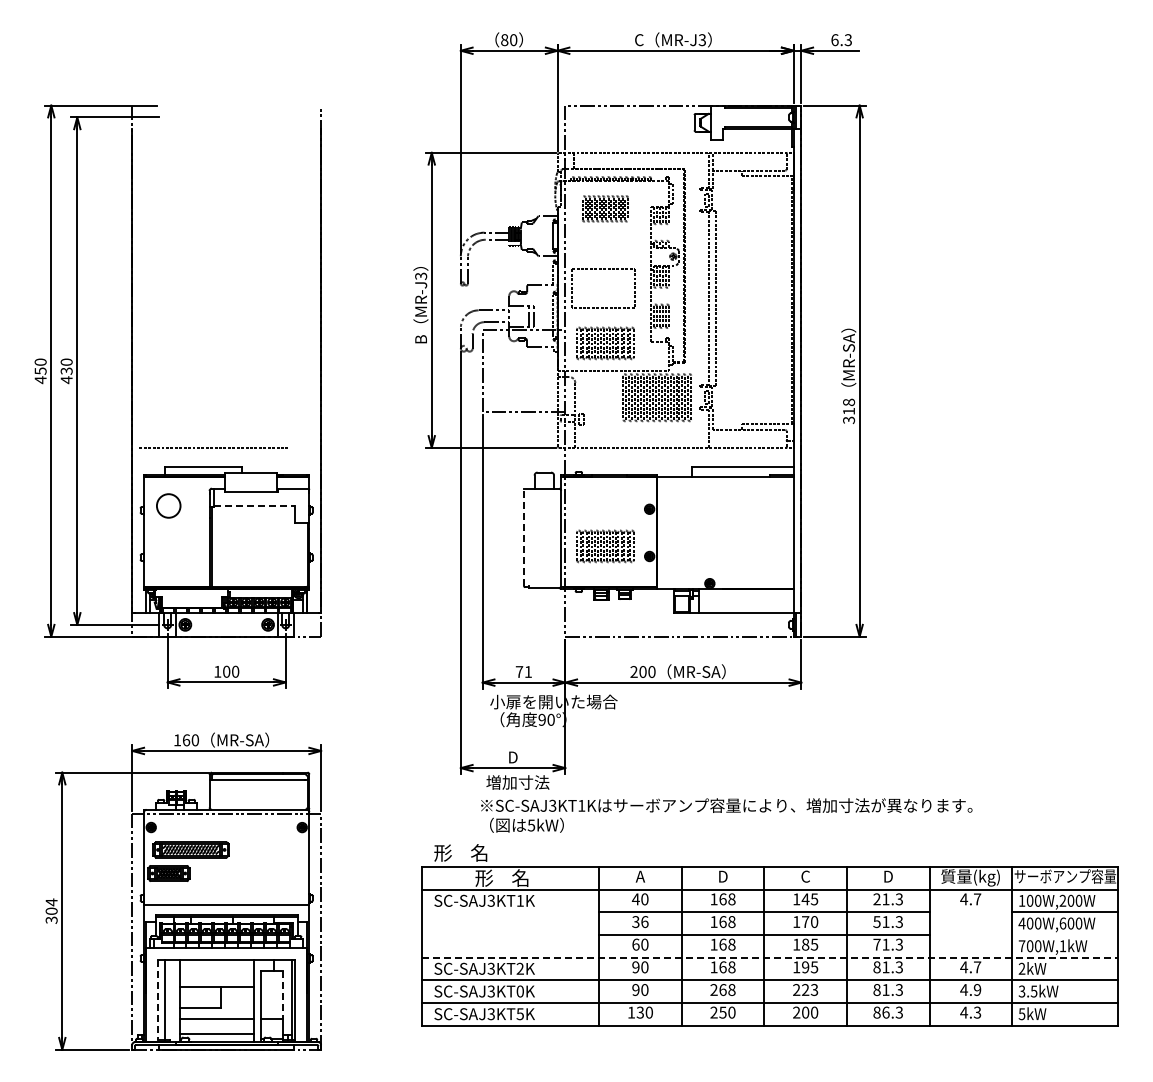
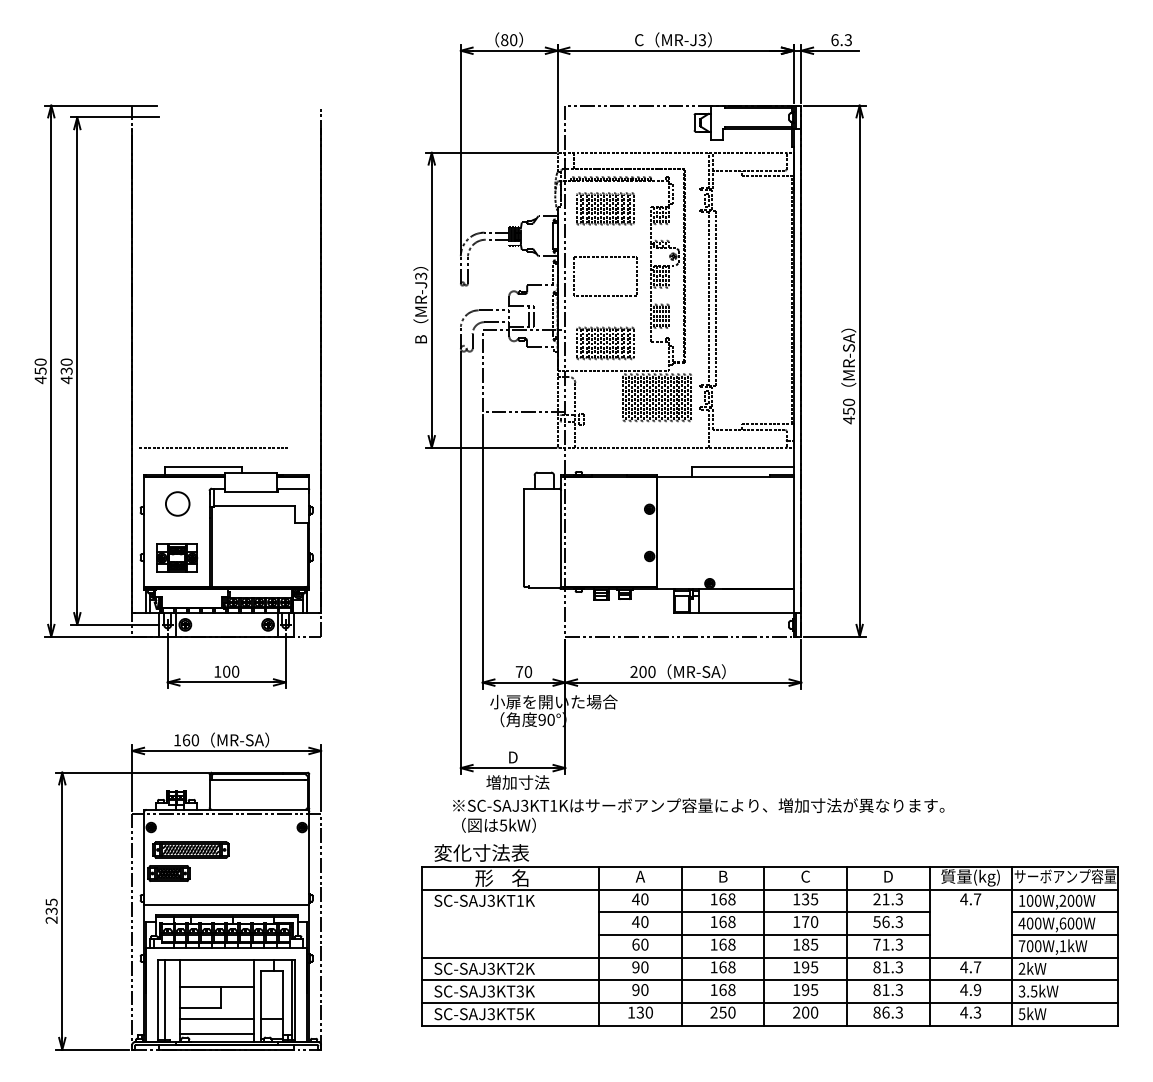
part at (605, 208) size: 47x28 px -> 59x34 px
part at (603, 269) position: (603, 269) -> (605, 257)
text at (849, 411): 318 -> 450
circle at (168, 505) position: (168, 505) -> (177, 503)
line at (254, 505): dashed -> solid
line at (523, 537): dashed -> solid
part at (605, 546): present -> none
part at (177, 557): none -> present
text at (528, 671): 71 -> 70
text at (726, 815) position: (726, 815) -> (698, 815)
text at (481, 852): 形    名 -> 変化寸法表
text at (723, 876): D -> B
text at (805, 899): 145 -> 135
text at (51, 910): 304 -> 235
text at (639, 922): 36 -> 40
text at (885, 922): 51.3 -> 56.3
line at (1065, 934): none -> present
line at (770, 957): dashed -> solid
text at (713, 989): 268 -> 168
text at (805, 989): 223 -> 195
text at (519, 991): SC-SAJ3KT0K -> SC-SAJ3KT3K
line at (283, 995): dashed -> solid
line at (158, 1000): dashed -> solid
